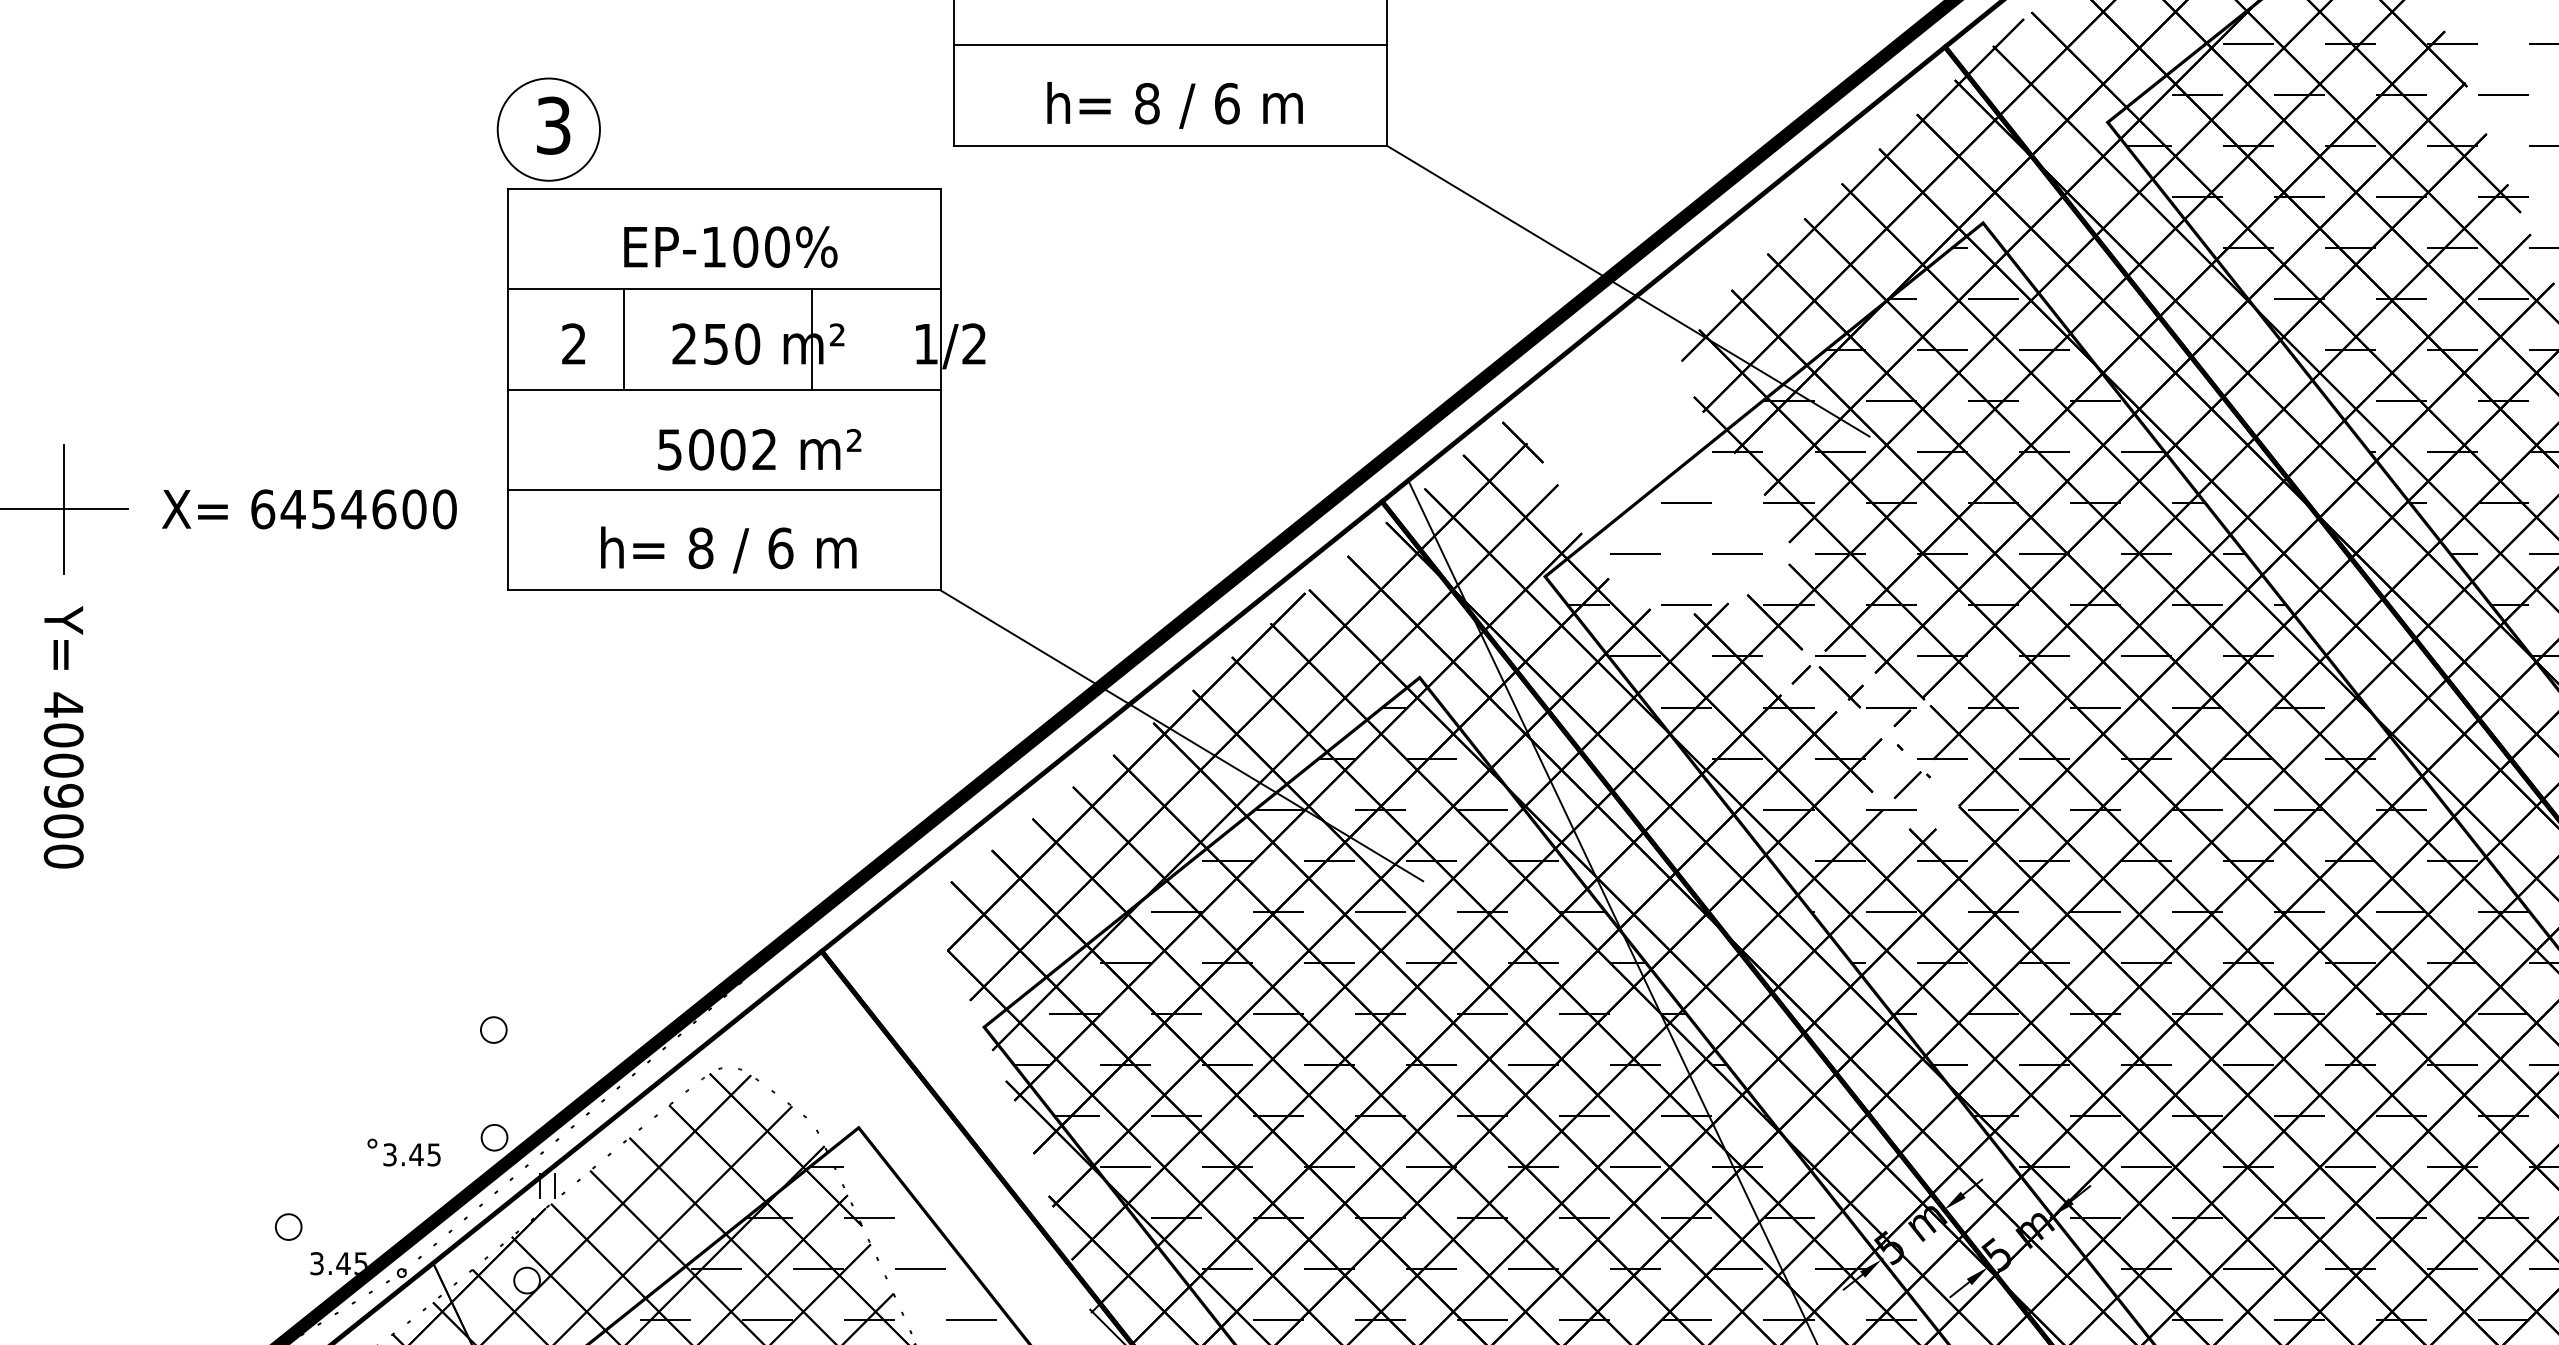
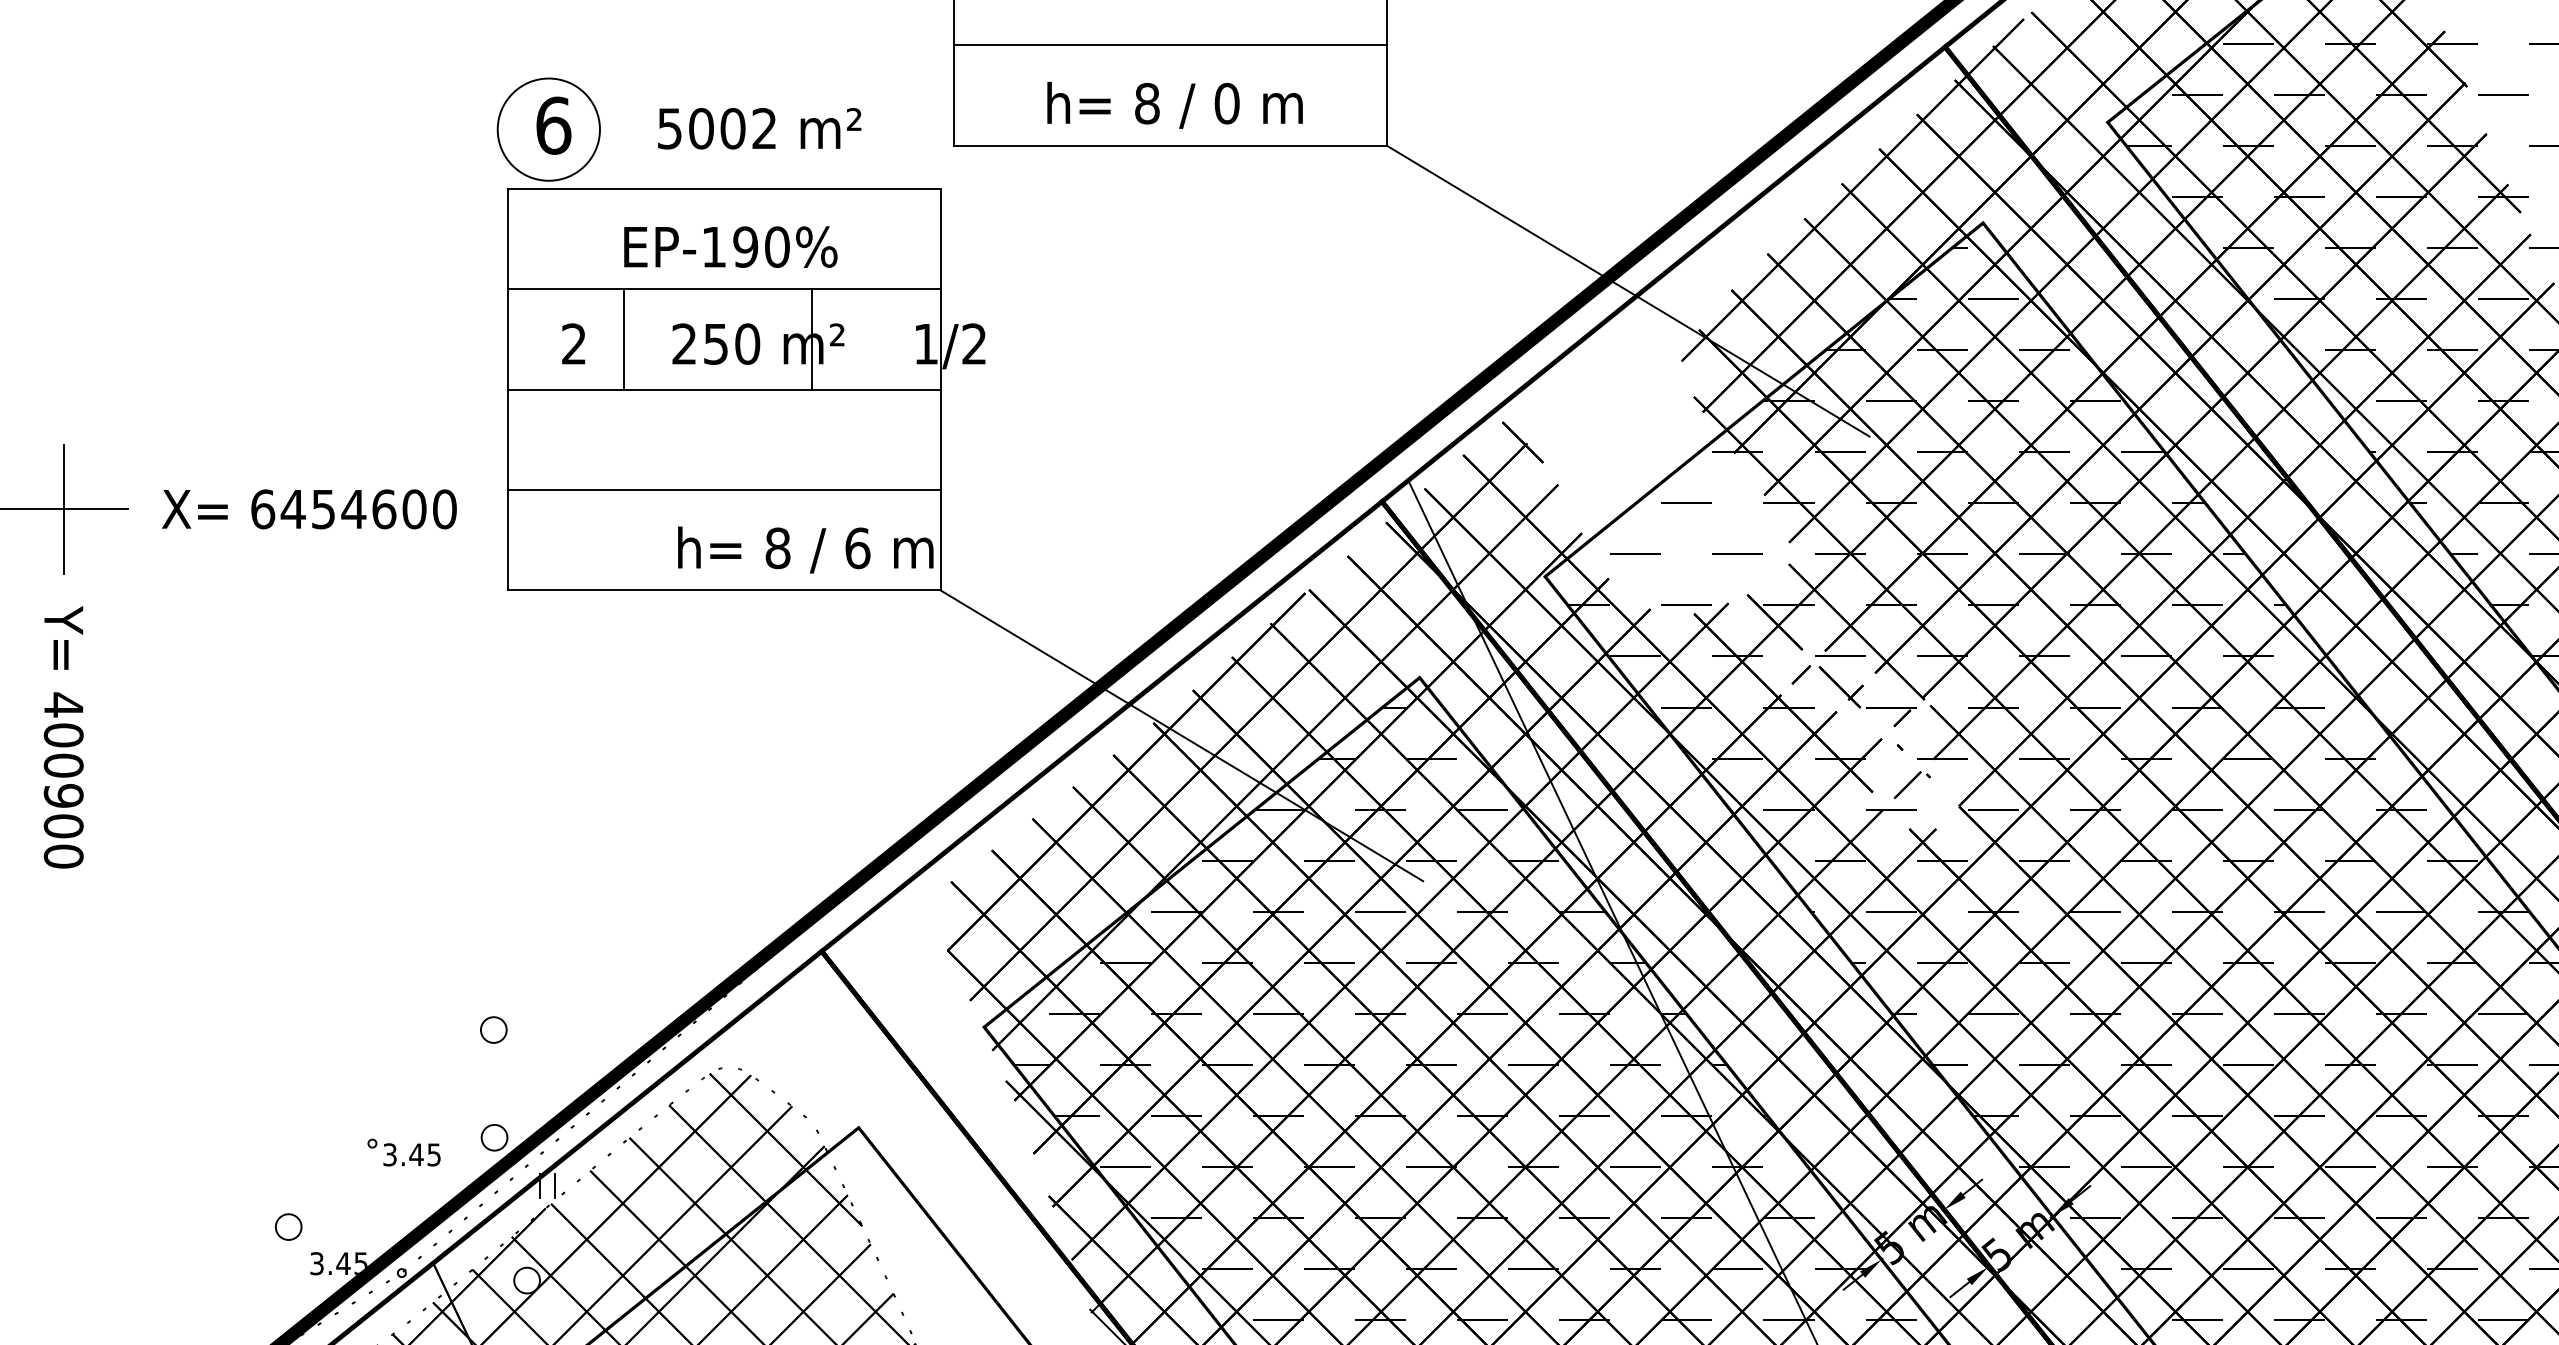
text at (1226, 103): 6 -> 0
text at (553, 125): 3 -> 6
text at (745, 246): EP-100%%% -> EP-190%%%
text at (759, 449) position: (759, 449) -> (759, 128)
text at (728, 549) position: (728, 549) -> (805, 549)
hatch at (818, 1243): present -> none
